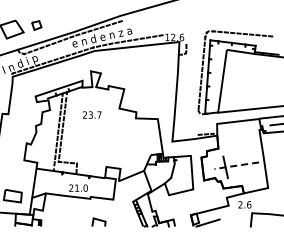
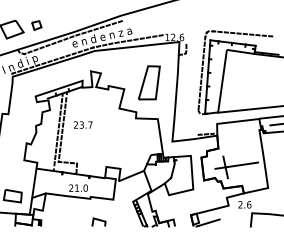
part at (149, 82): none -> present
text at (92, 114) position: (92, 114) -> (83, 124)
line at (235, 165): dashed -> solid
